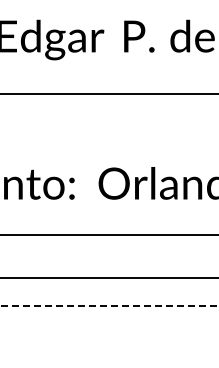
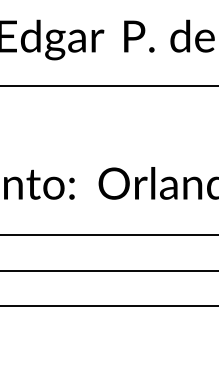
line at (108, 94) position: (108, 94) -> (108, 86)
line at (108, 277) position: (108, 277) -> (108, 270)
line at (109, 305): dashed -> solid
